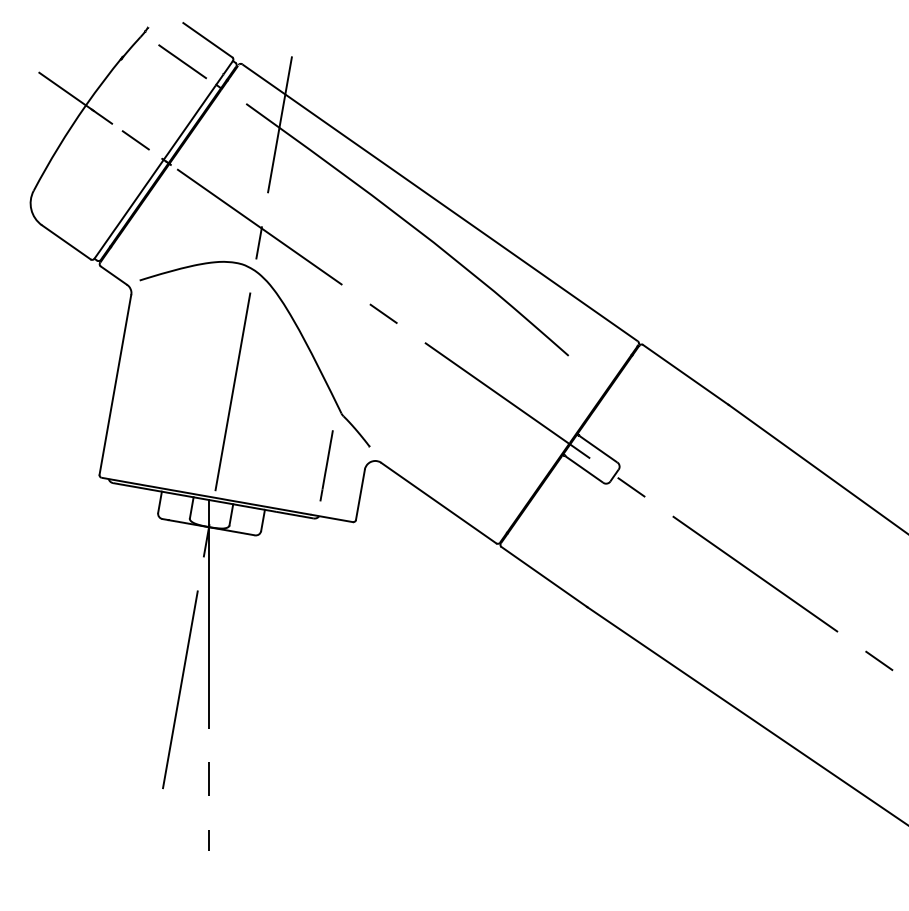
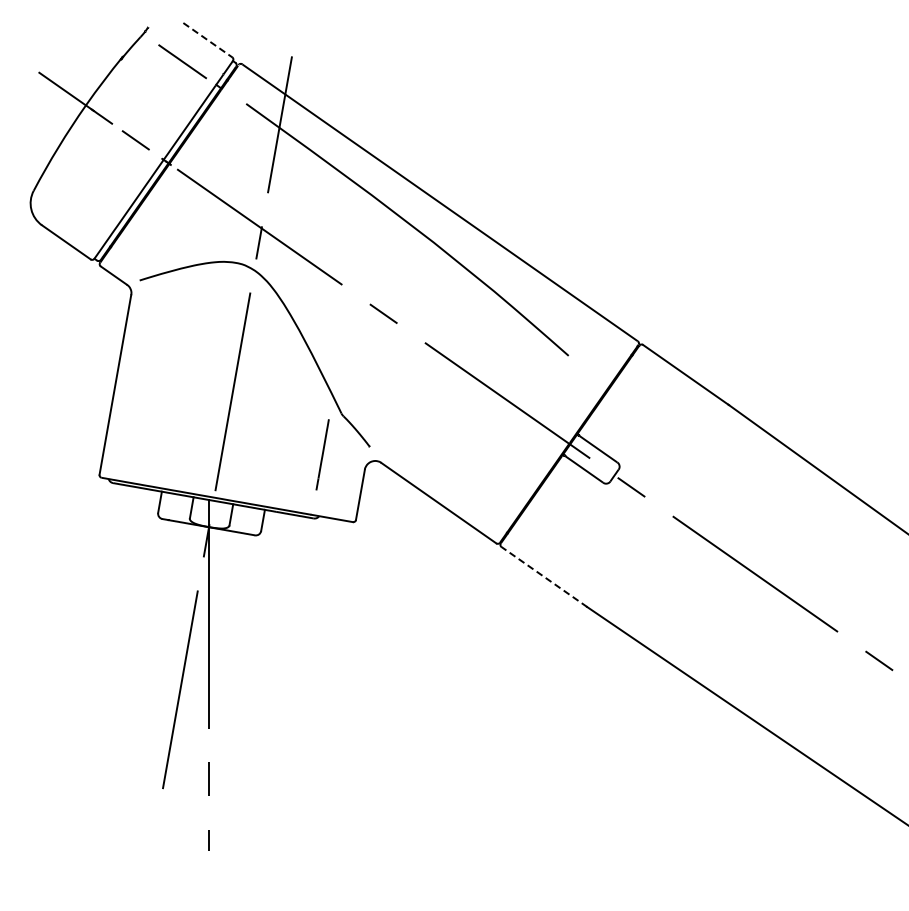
line at (207, 40): solid -> dashed
line at (326, 465) position: (326, 465) -> (322, 454)
line at (544, 577): solid -> dashed
